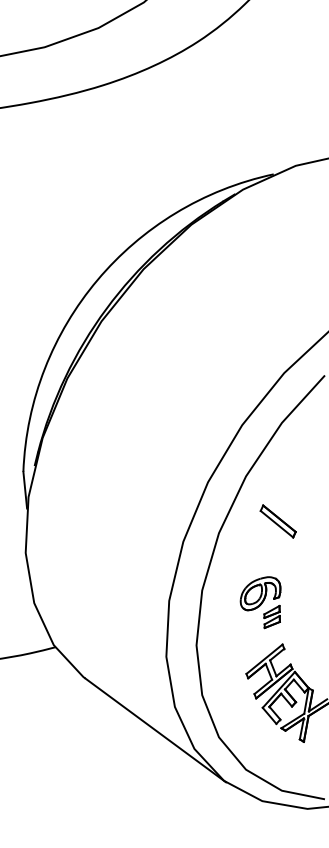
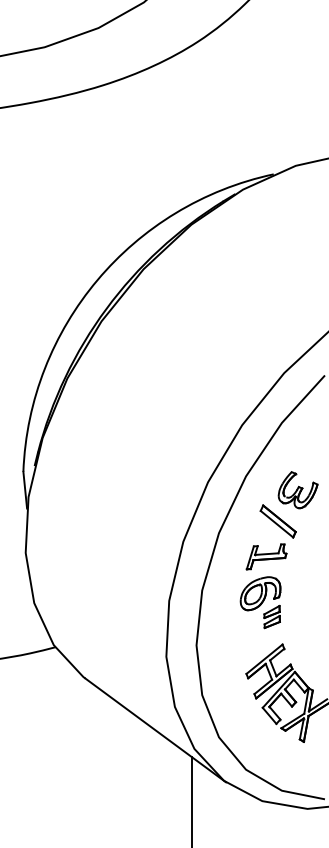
part at (297, 490): none -> present
part at (266, 556): none -> present
line at (191, 800): none -> present
